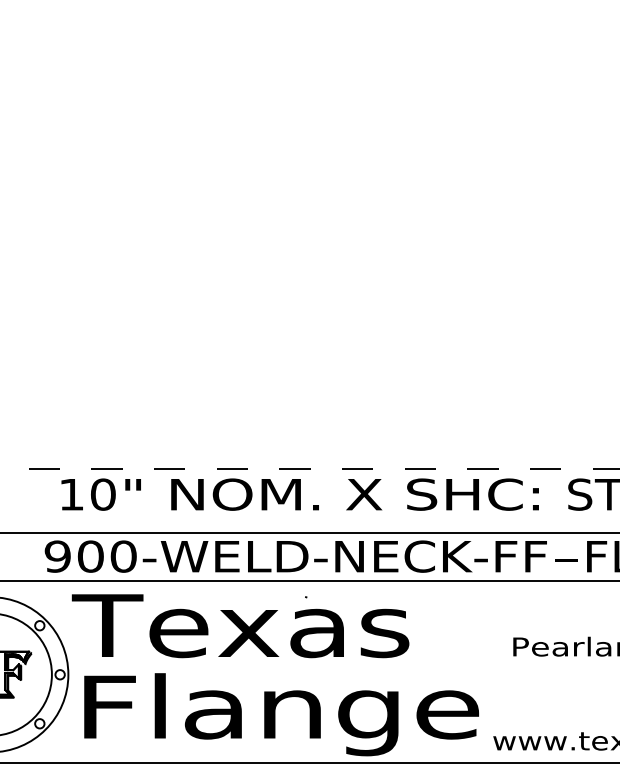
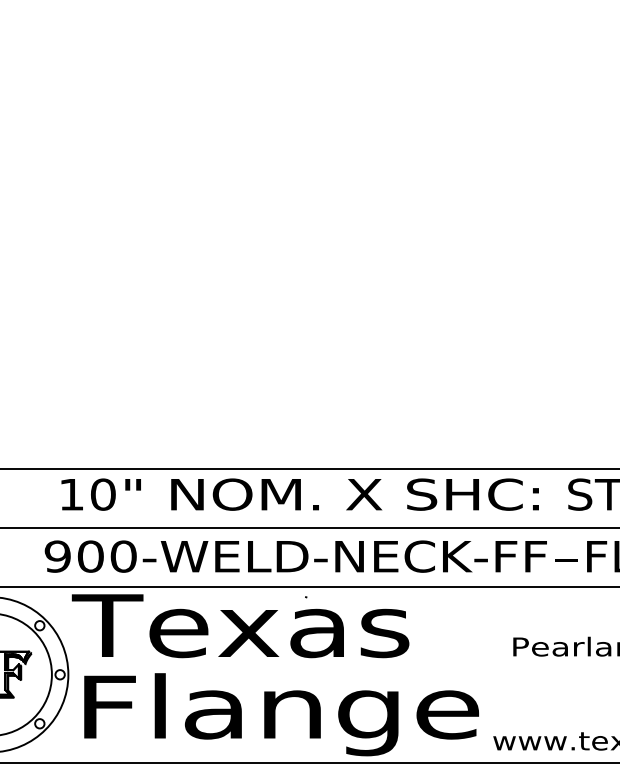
line at (309, 469): dashed -> solid
line at (309, 532) position: (309, 532) -> (309, 527)
line at (309, 580) position: (309, 580) -> (309, 586)
